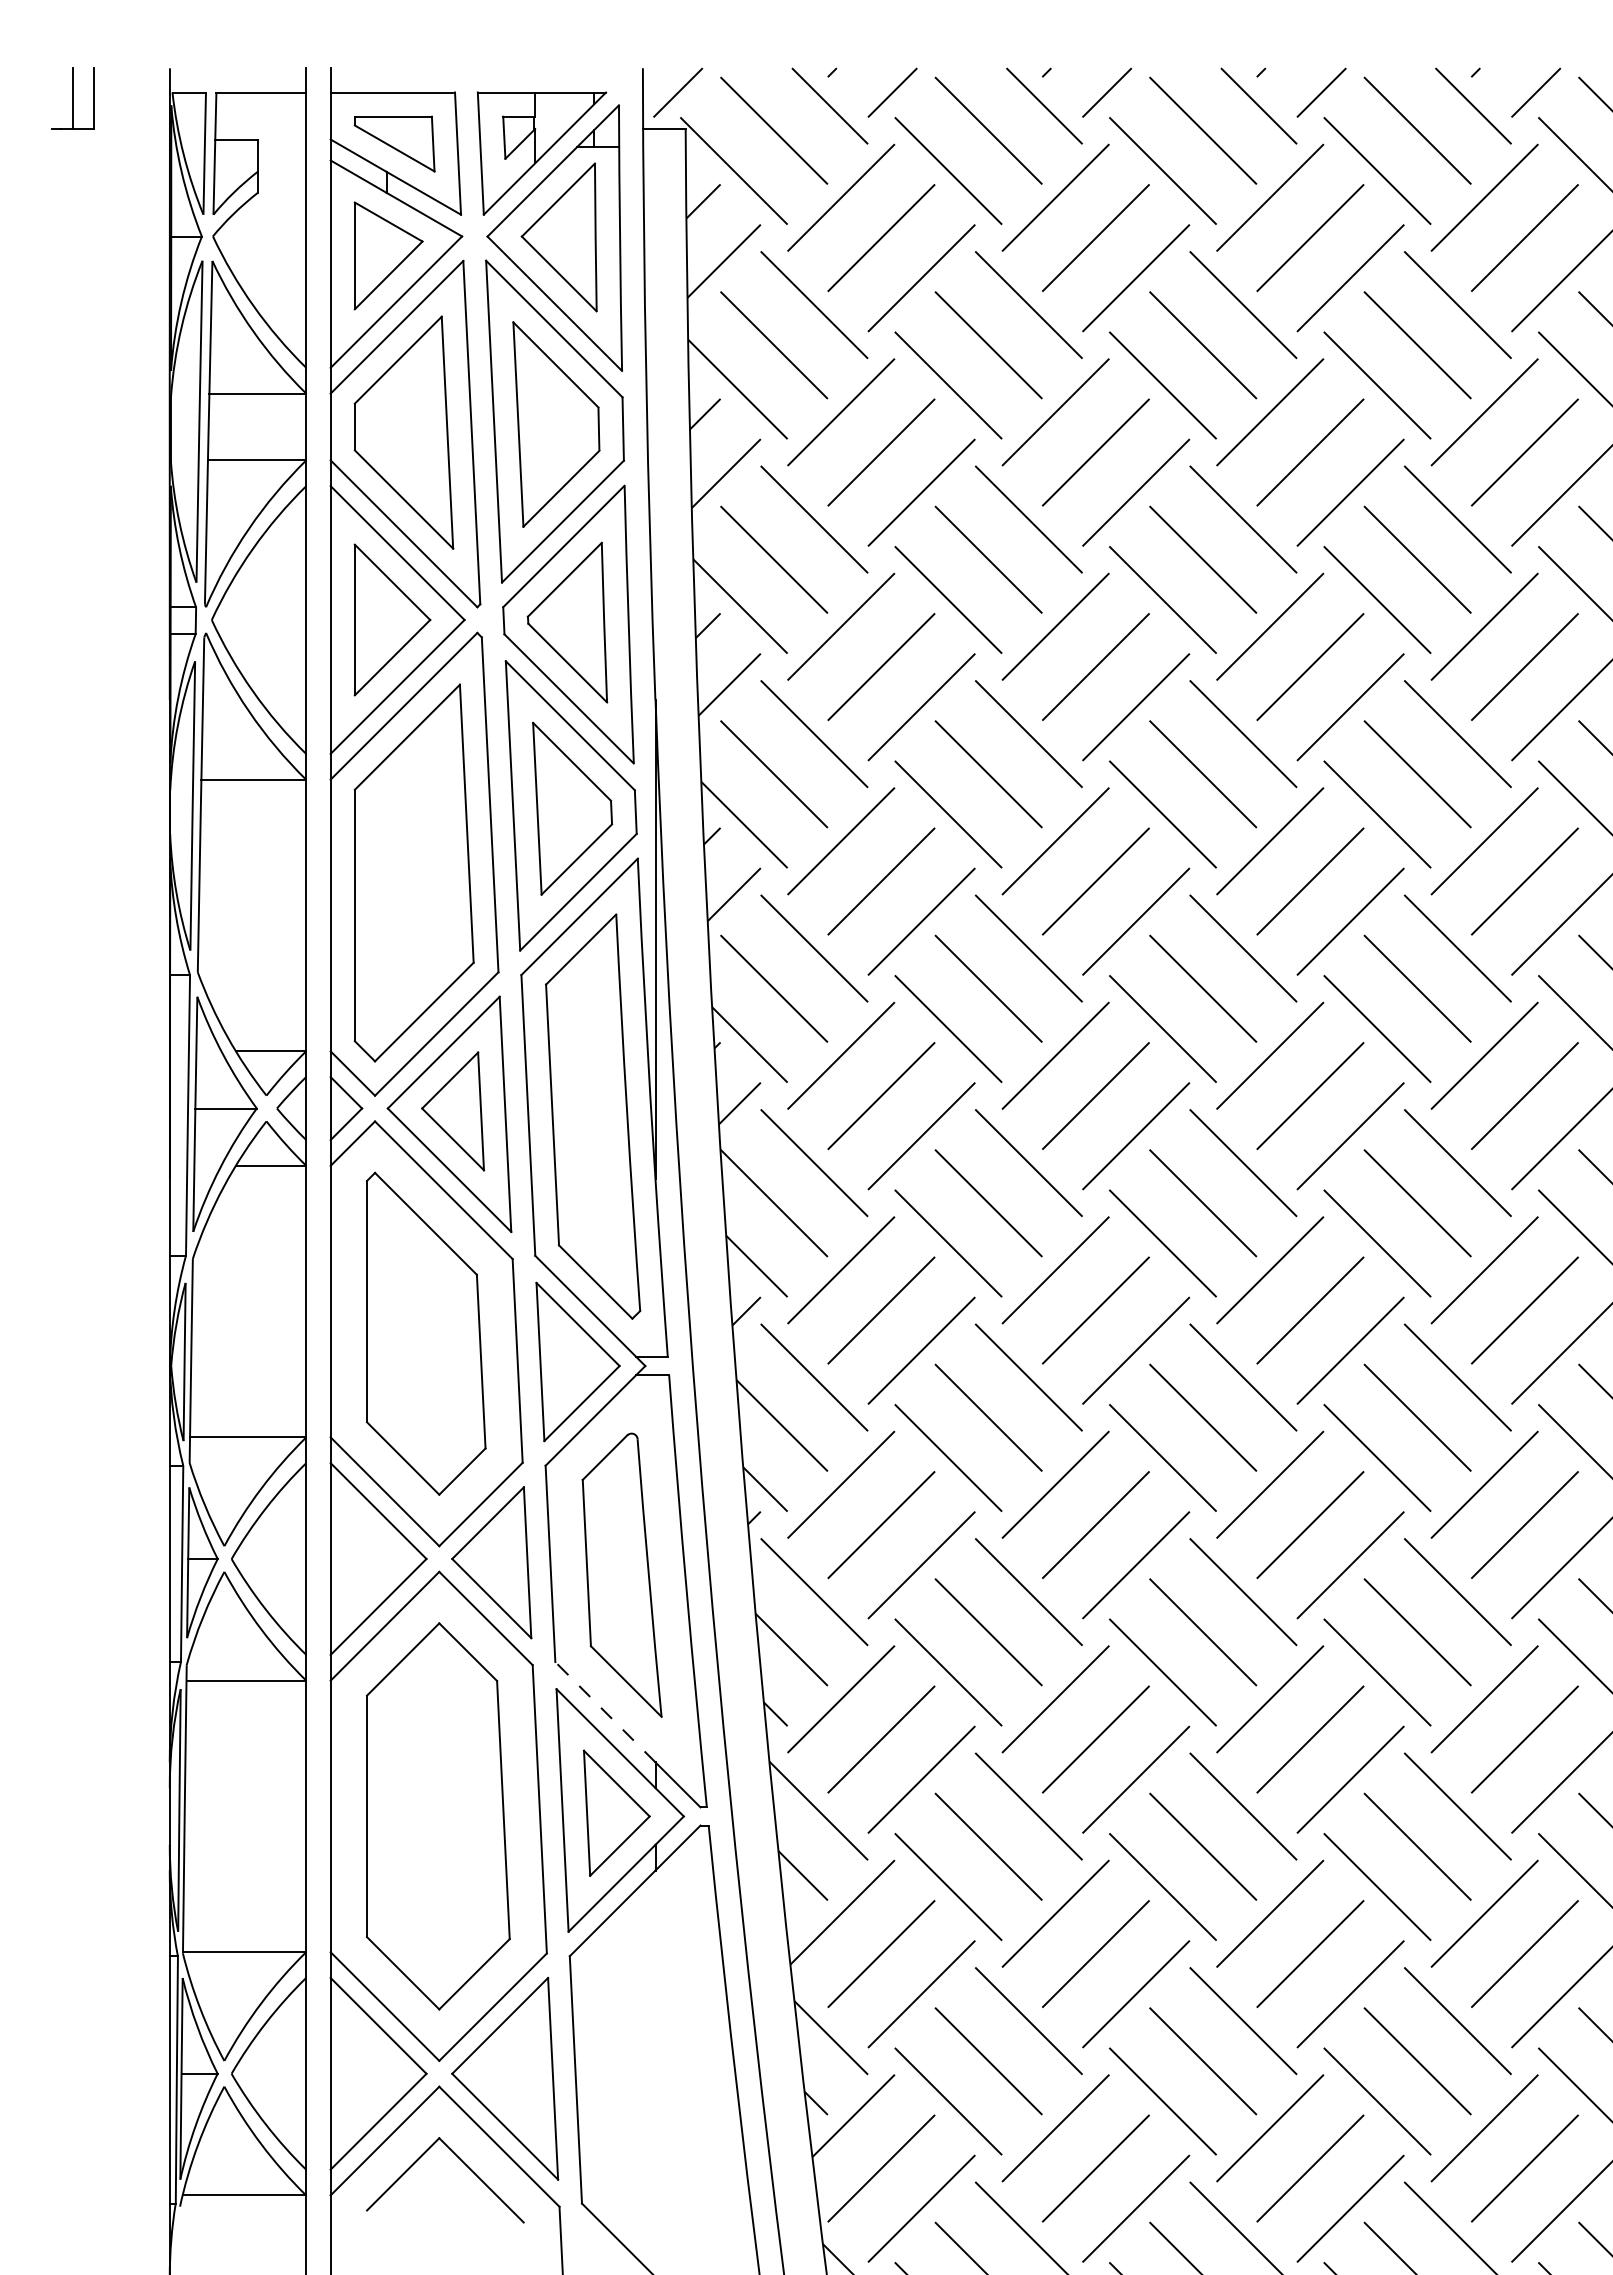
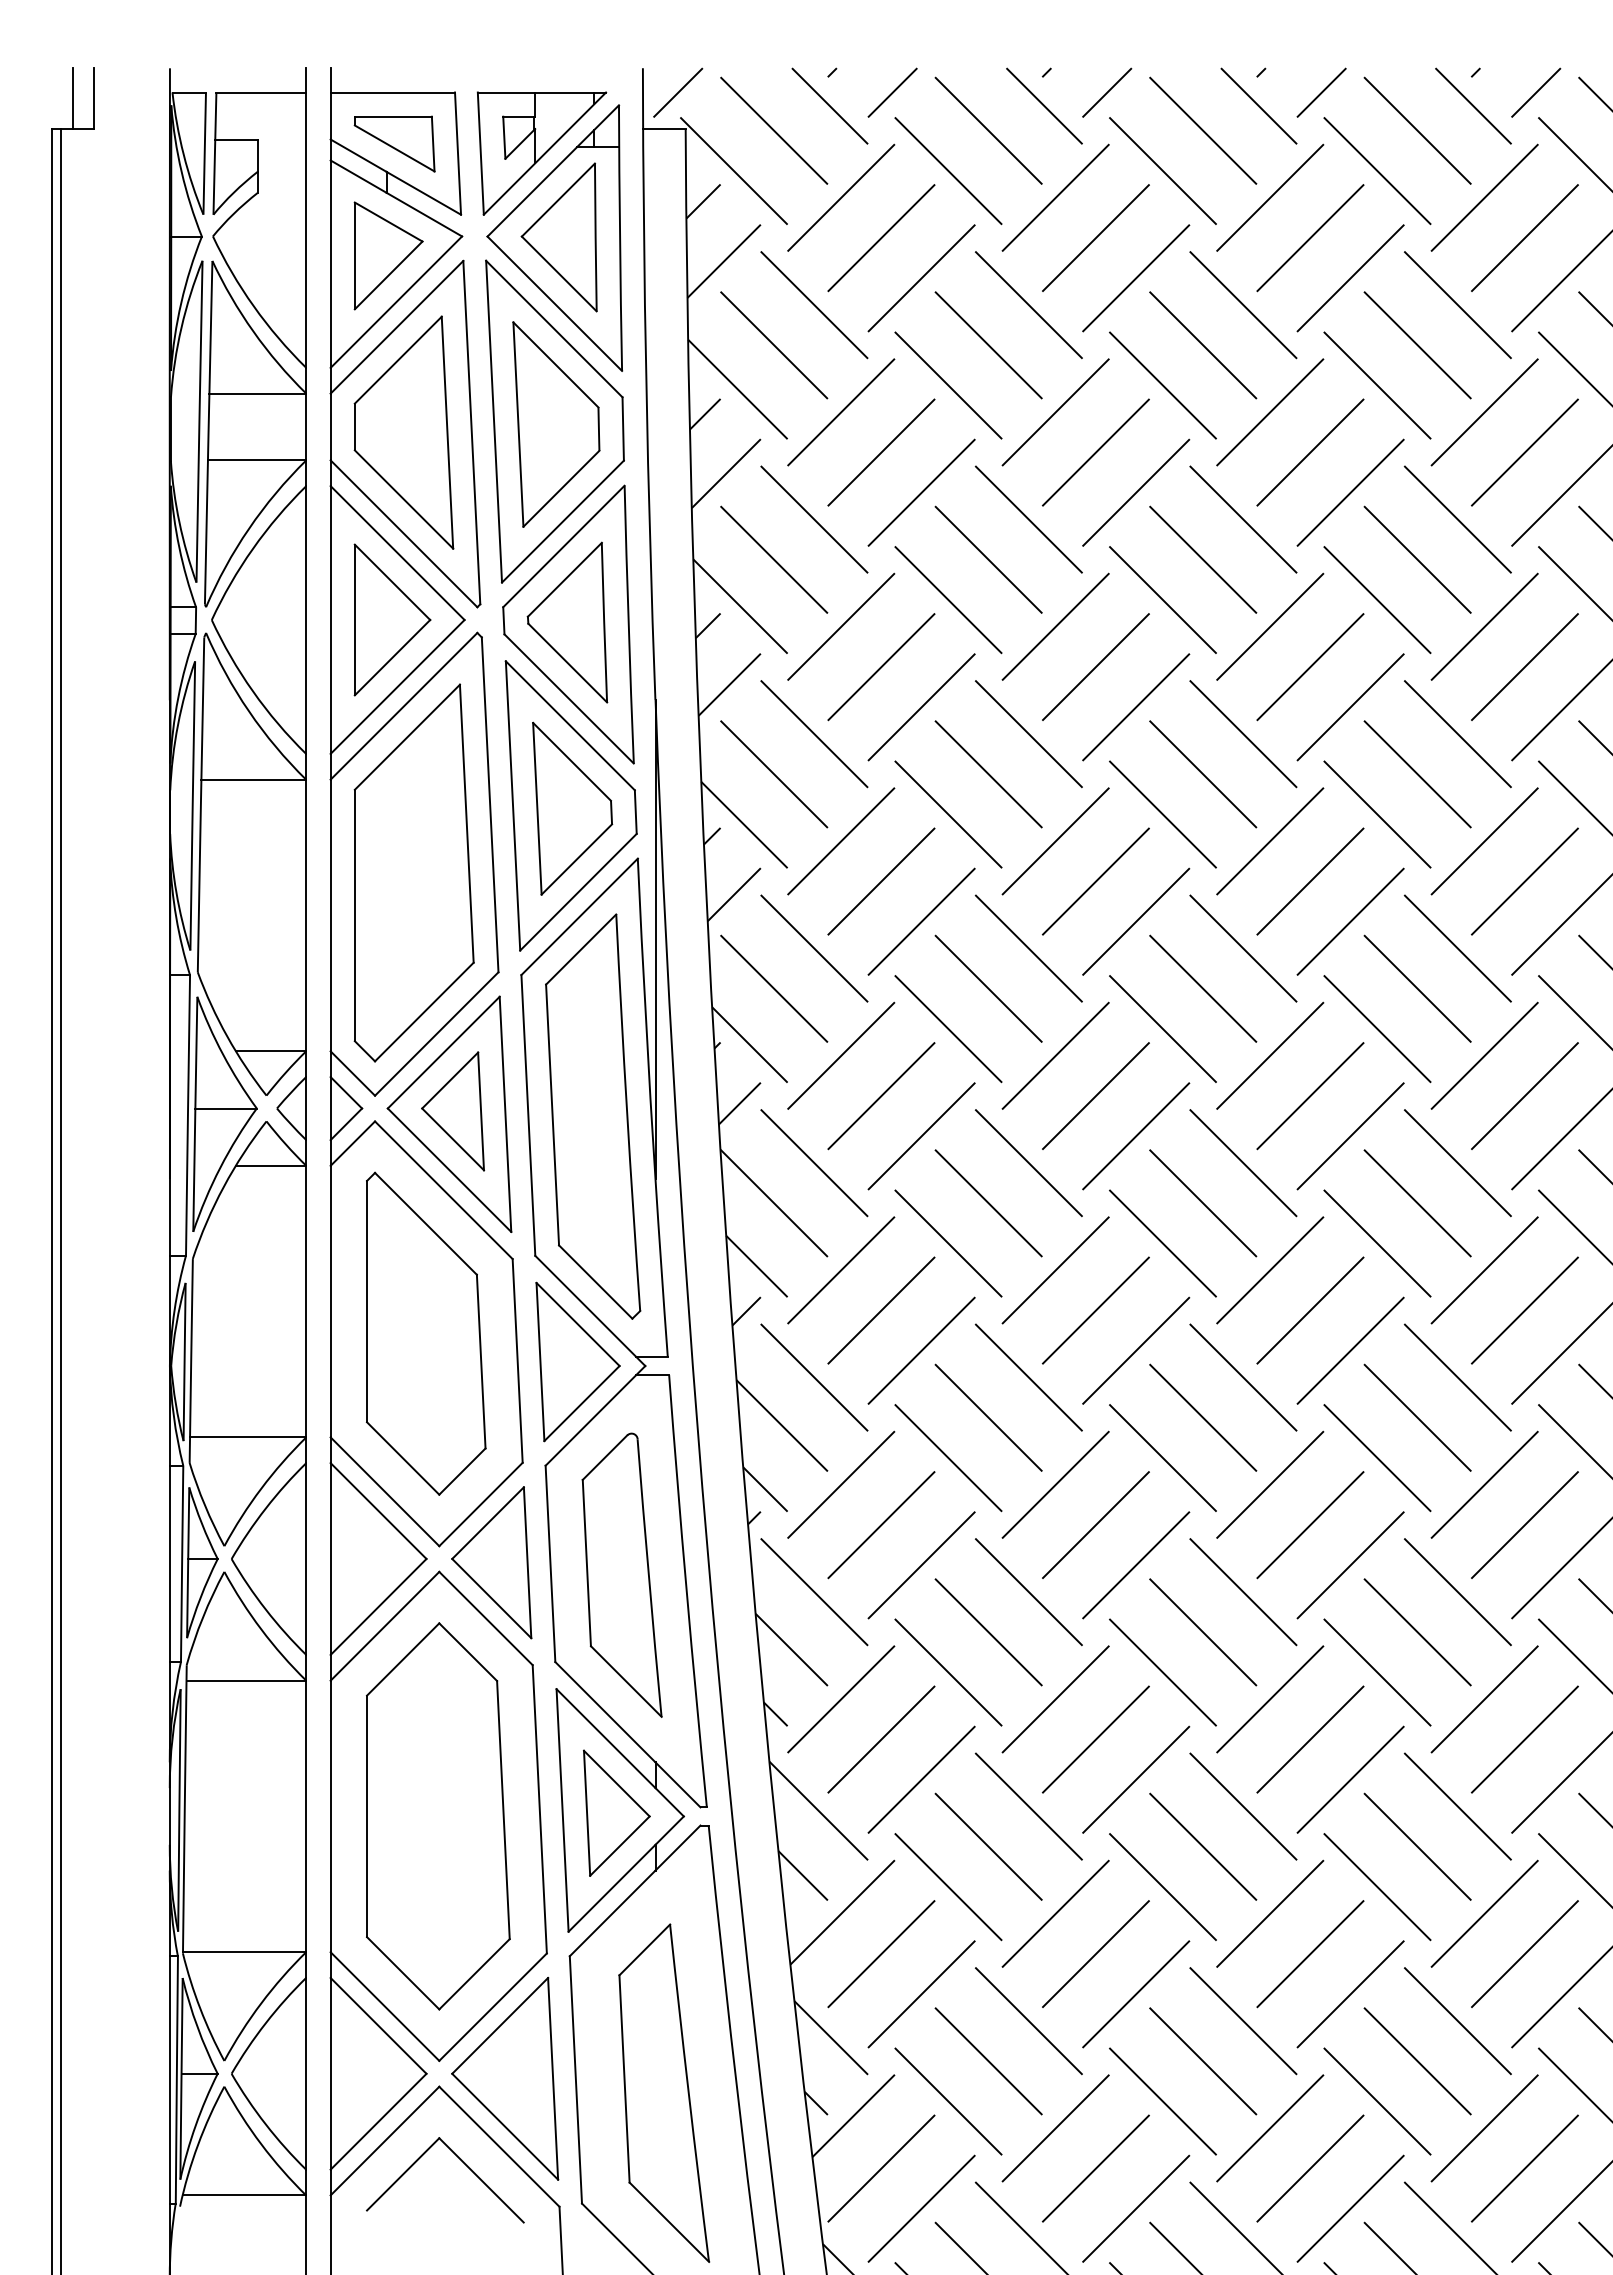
line at (51, 1199): none -> present
line at (60, 1199): none -> present
line at (605, 1712): dashed -> solid
part at (664, 2092): none -> present
